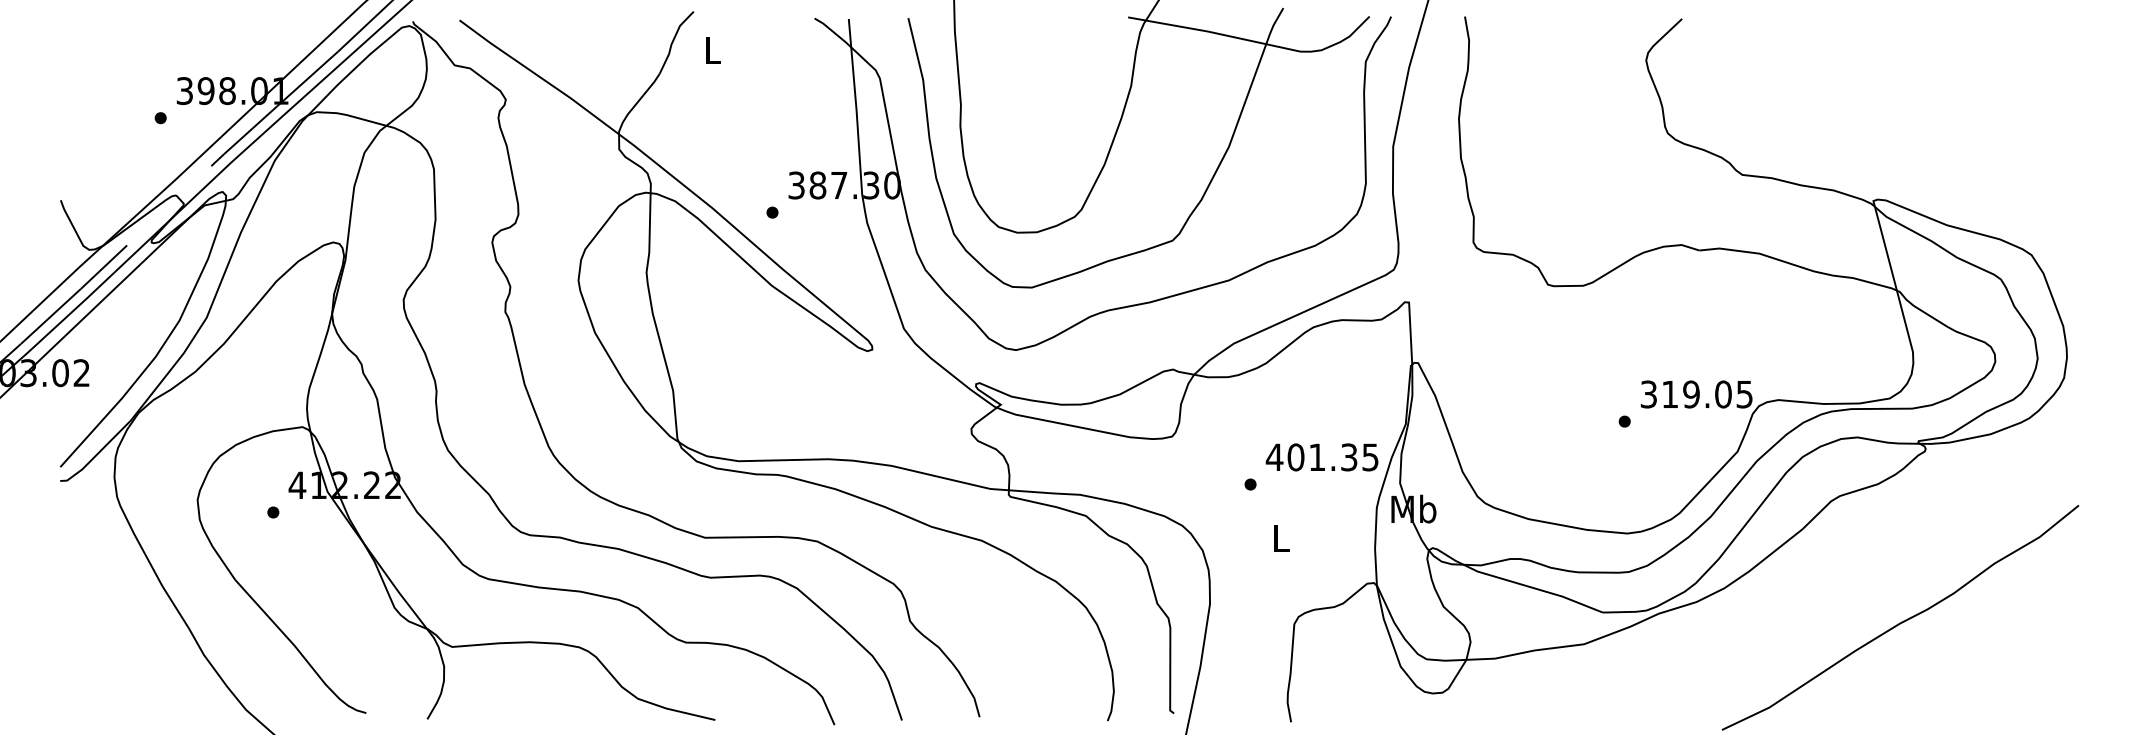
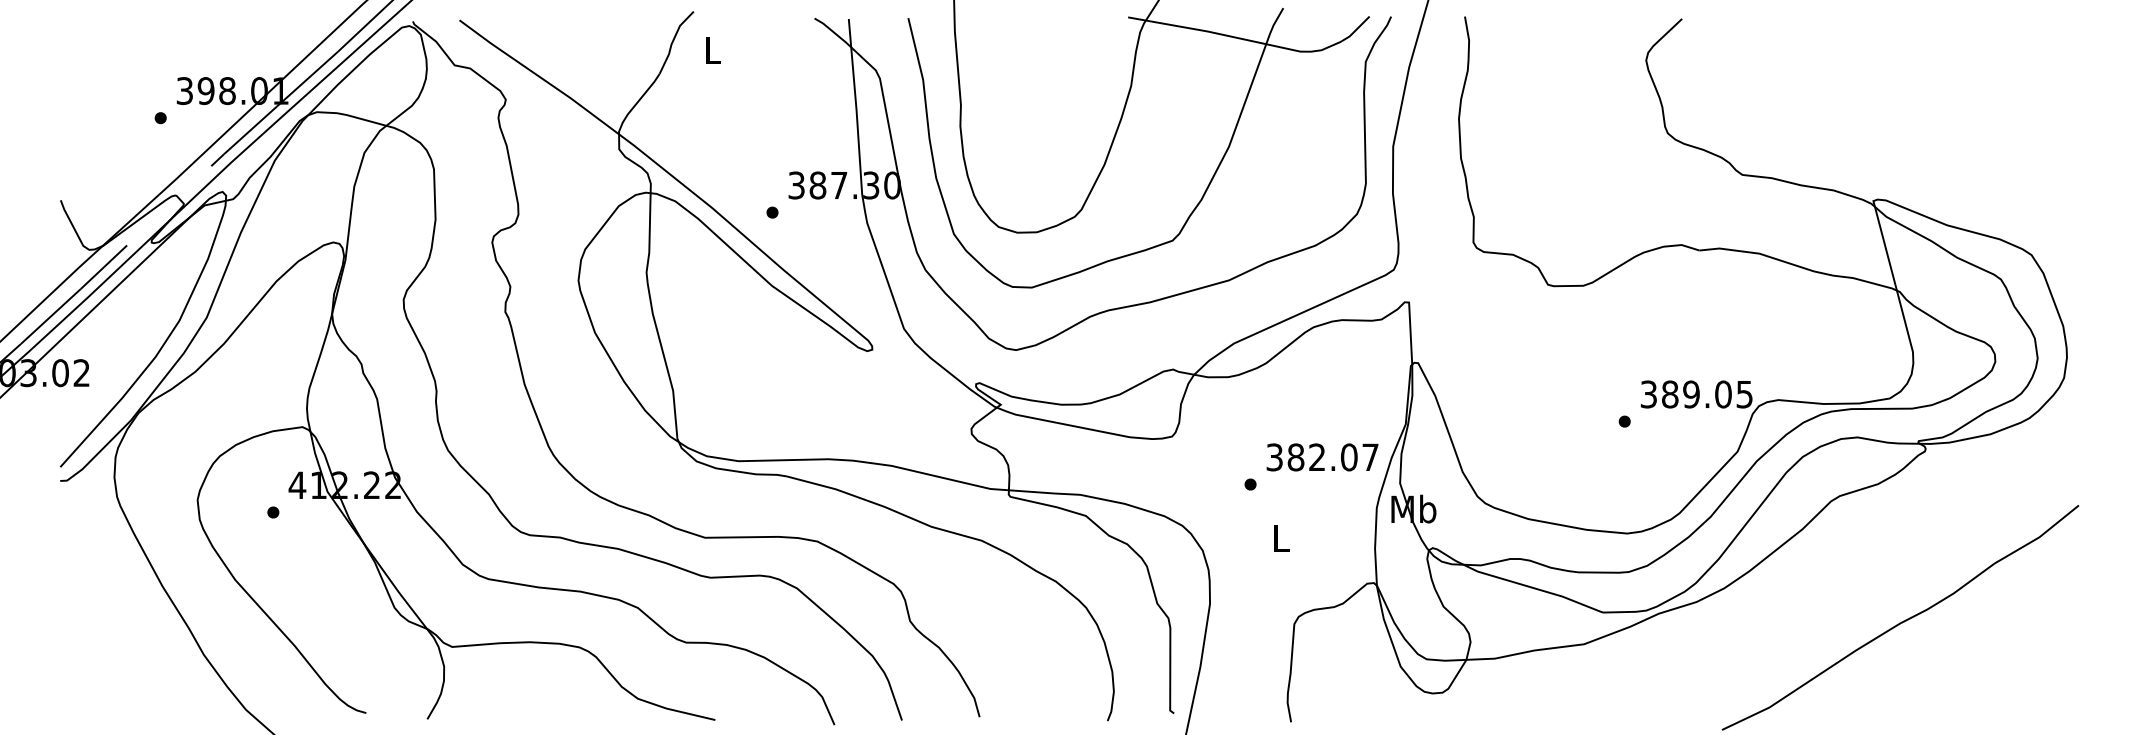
text at (1670, 394): 319.05 -> 389.05
text at (1321, 457): 401.35 -> 382.07
